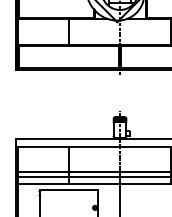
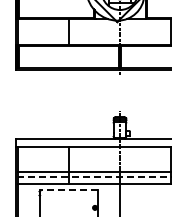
line at (95, 177): solid -> dashed
line at (68, 189): solid -> dashed
